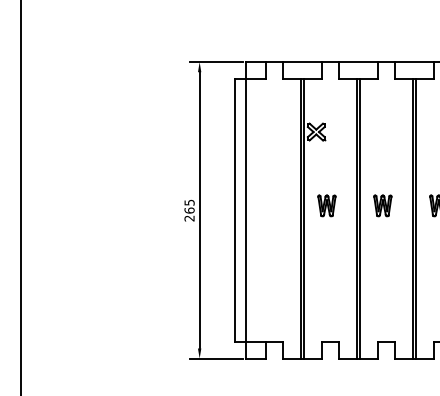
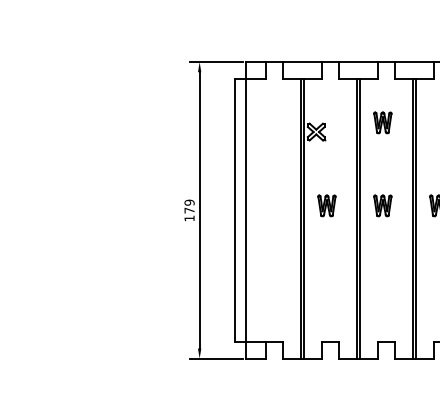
part at (382, 122): none -> present
line at (20, 197): present -> none
text at (189, 210): 265 -> 179
